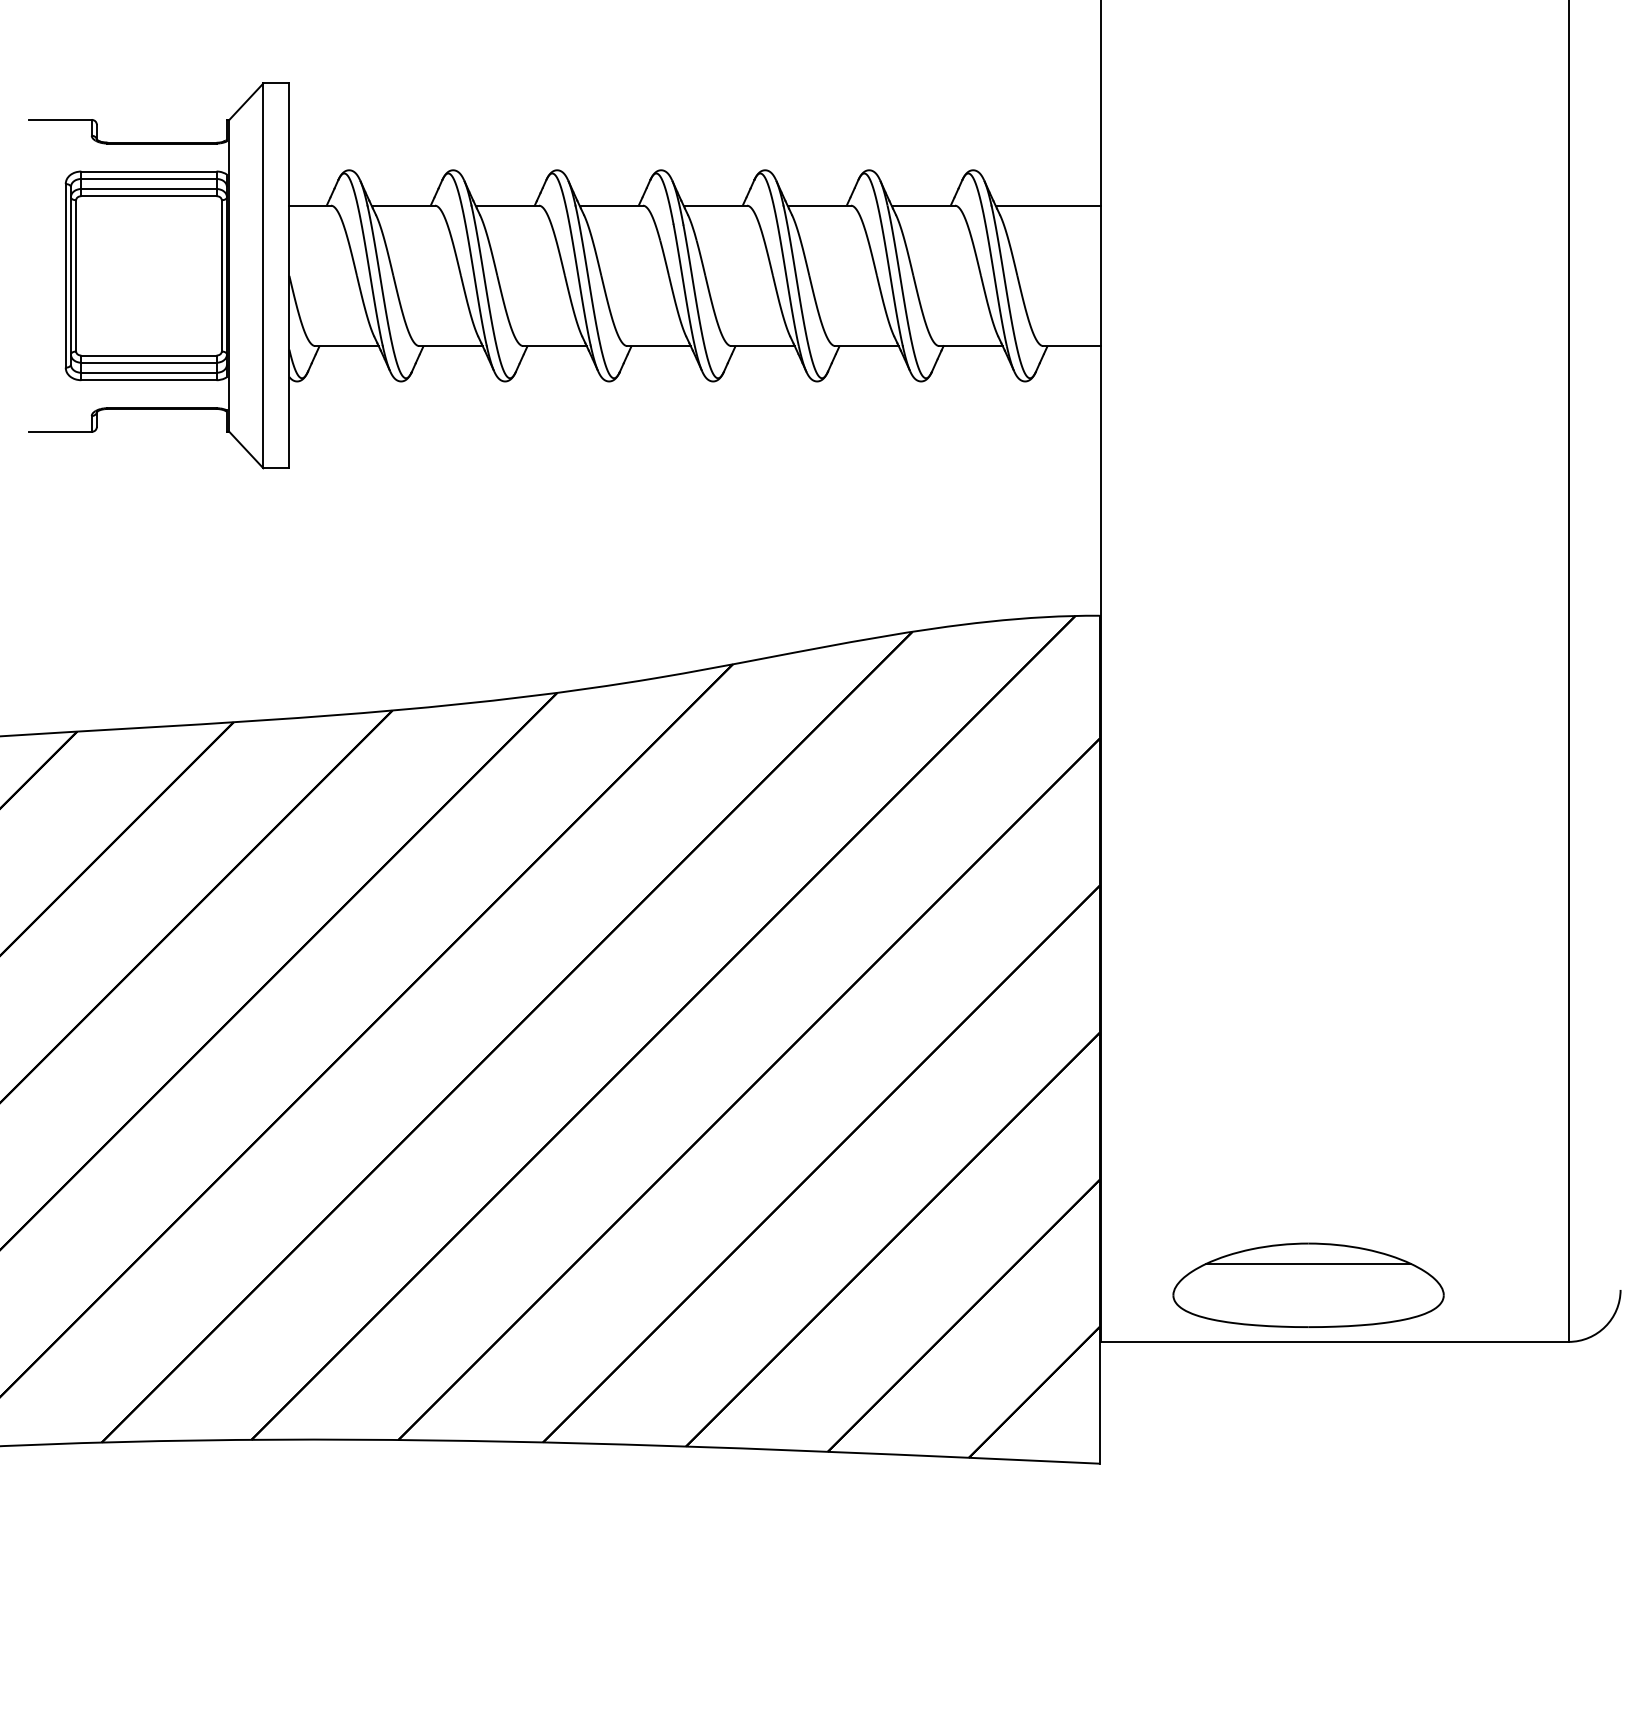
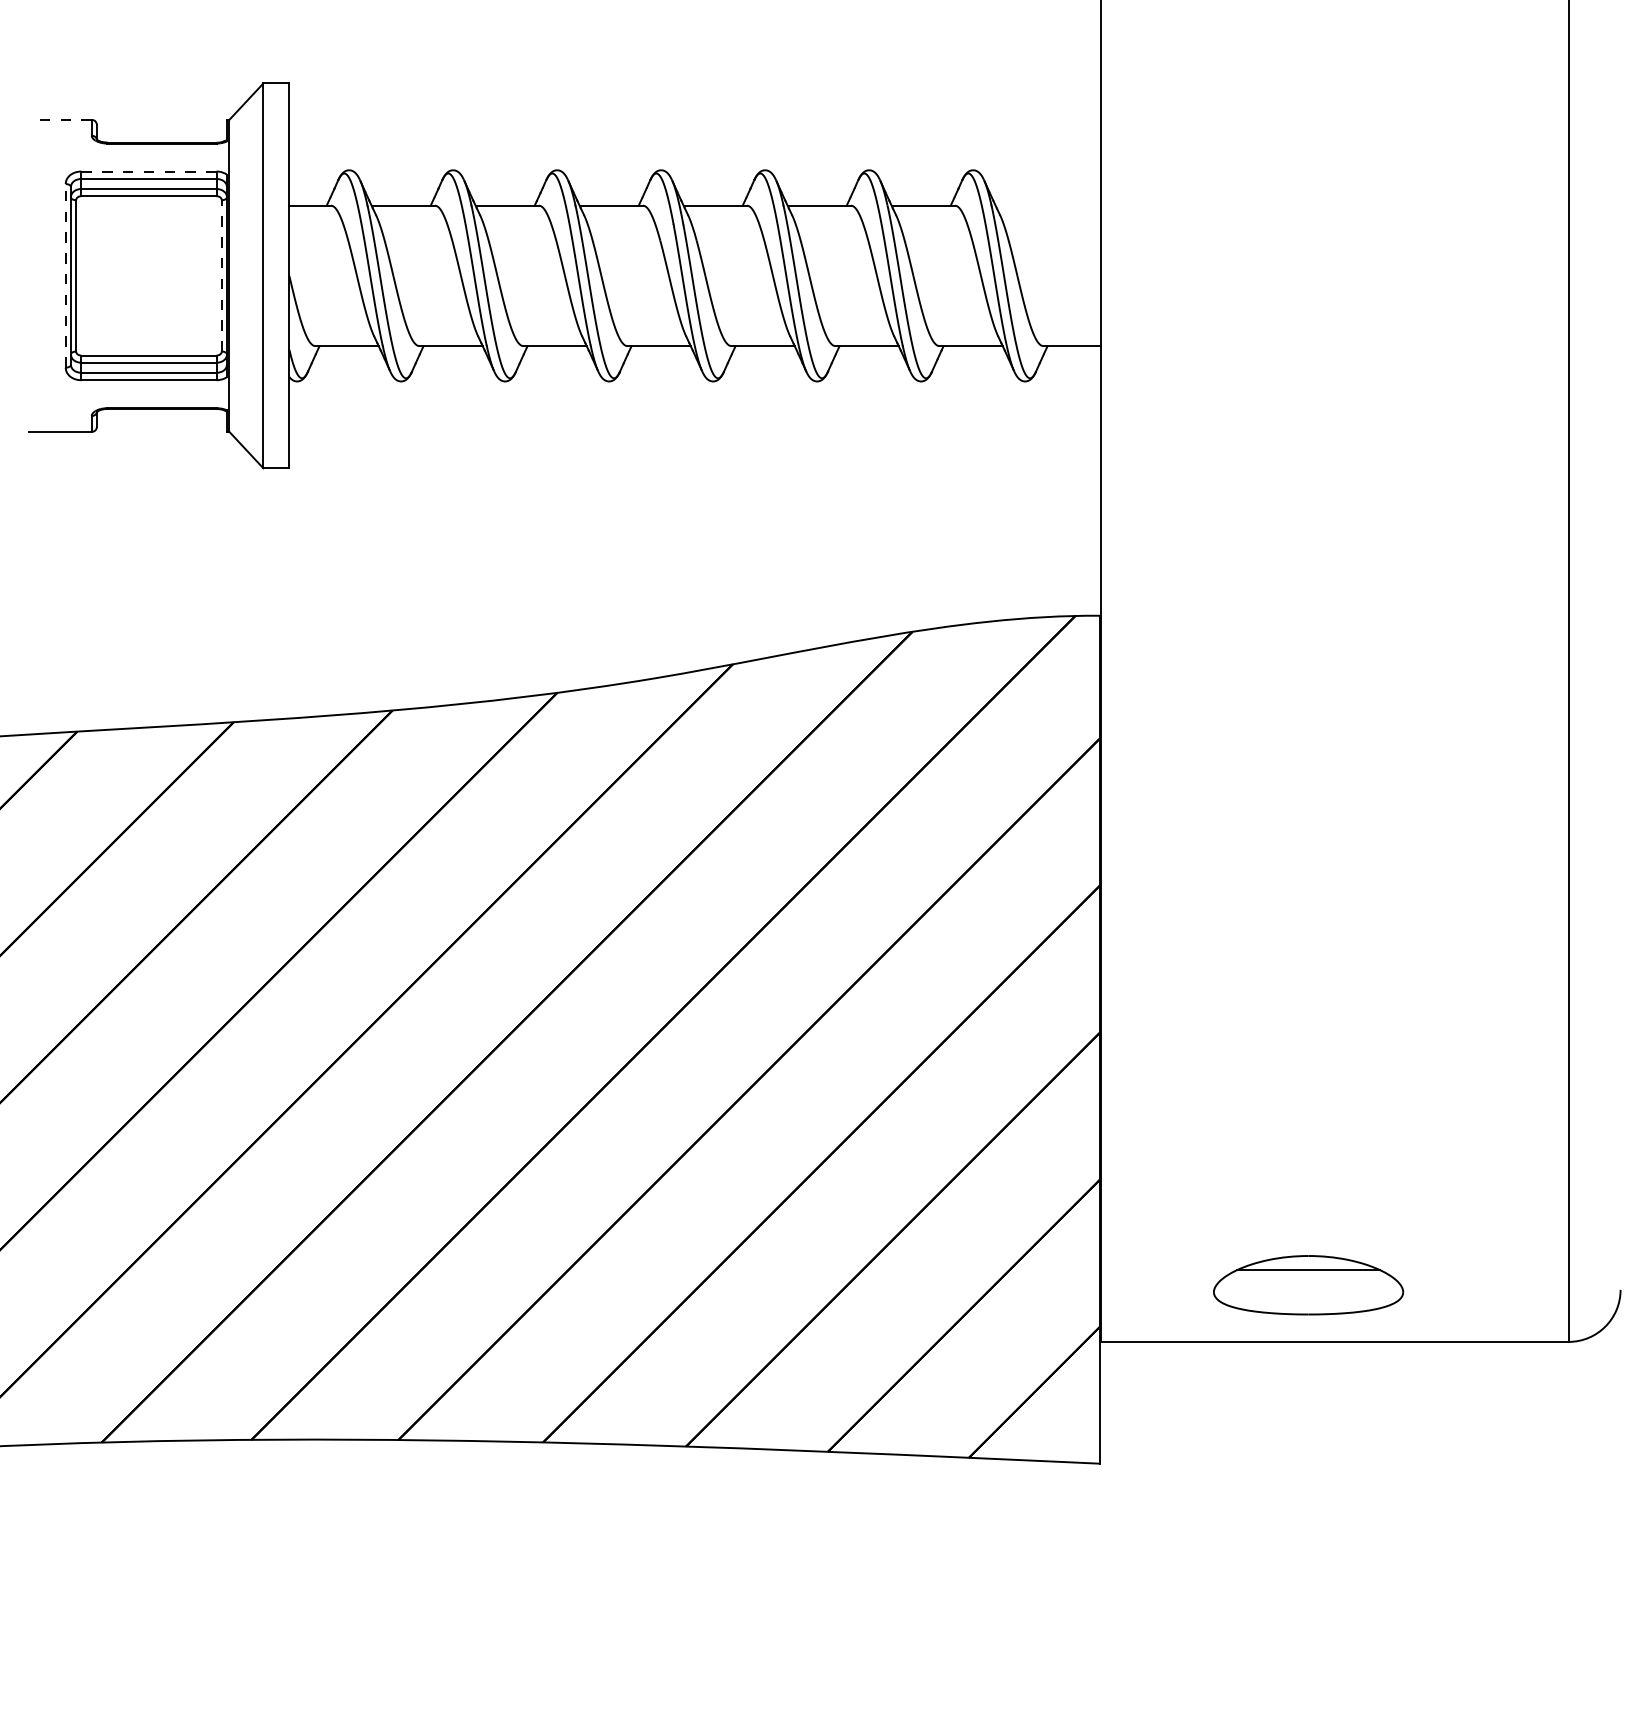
line at (60, 119): solid -> dashed
line at (148, 171): solid -> dashed
line at (1047, 205): present -> none
line at (65, 275): solid -> dashed
line at (221, 275): solid -> dashed
part at (1308, 1284) size: 273x86 px -> 192x61 px
